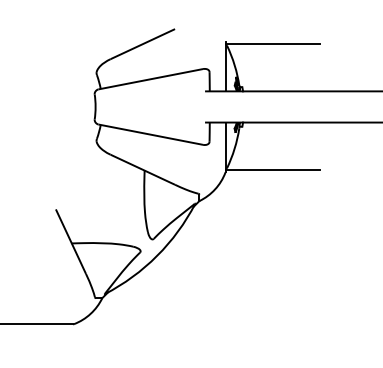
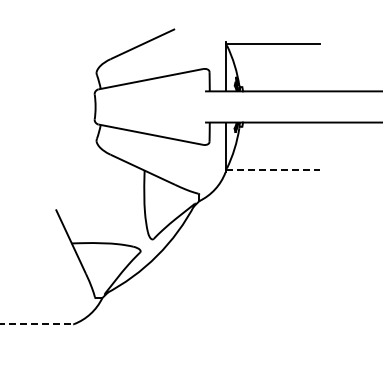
line at (273, 169): solid -> dashed
line at (37, 324): solid -> dashed
